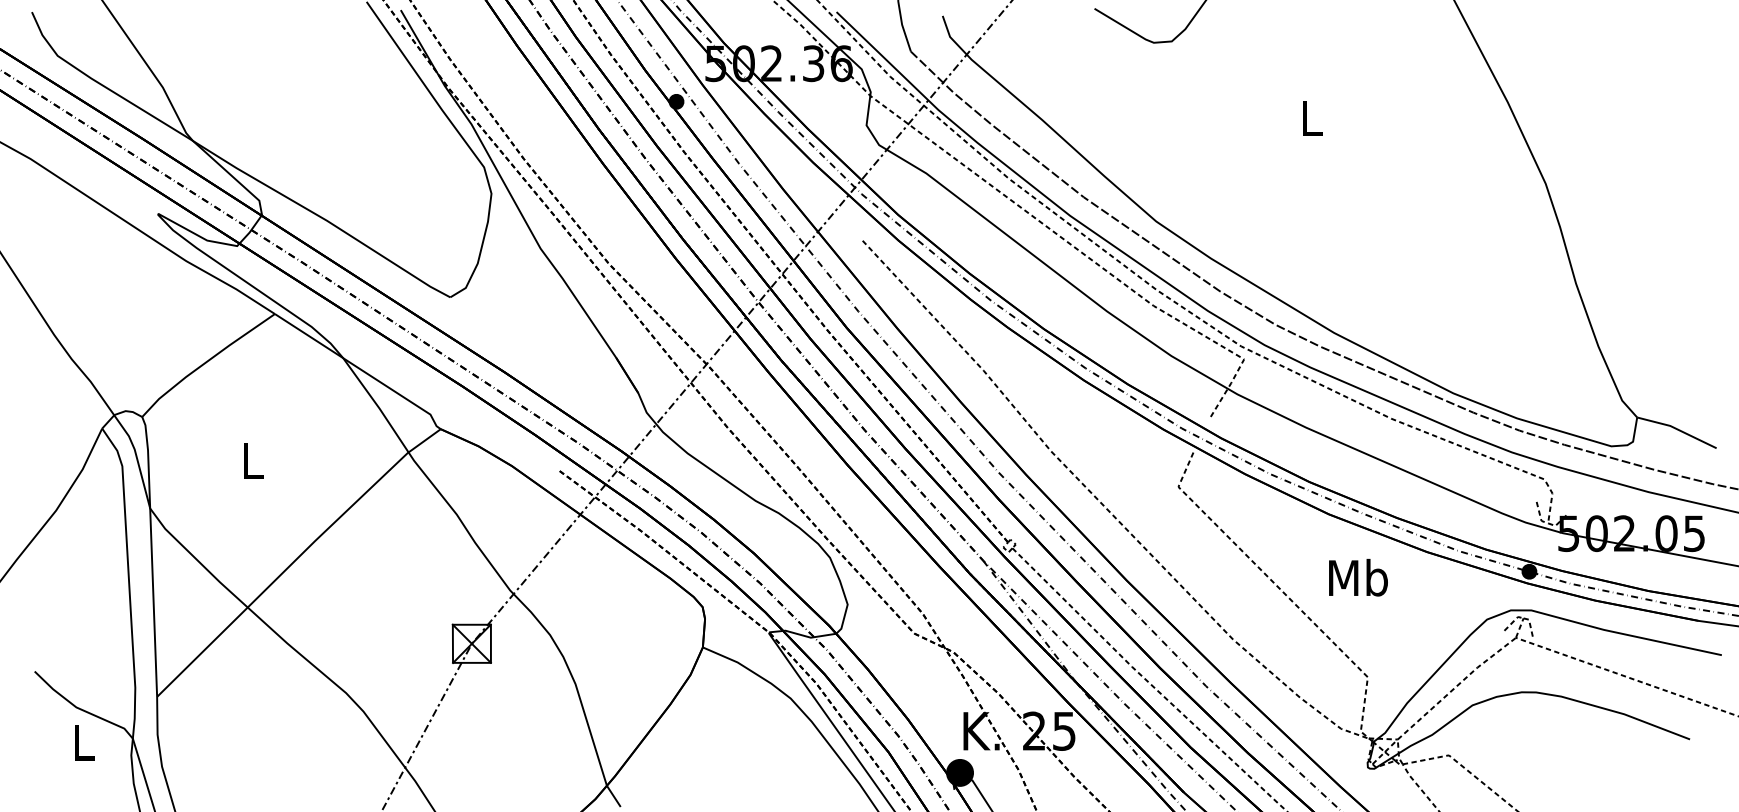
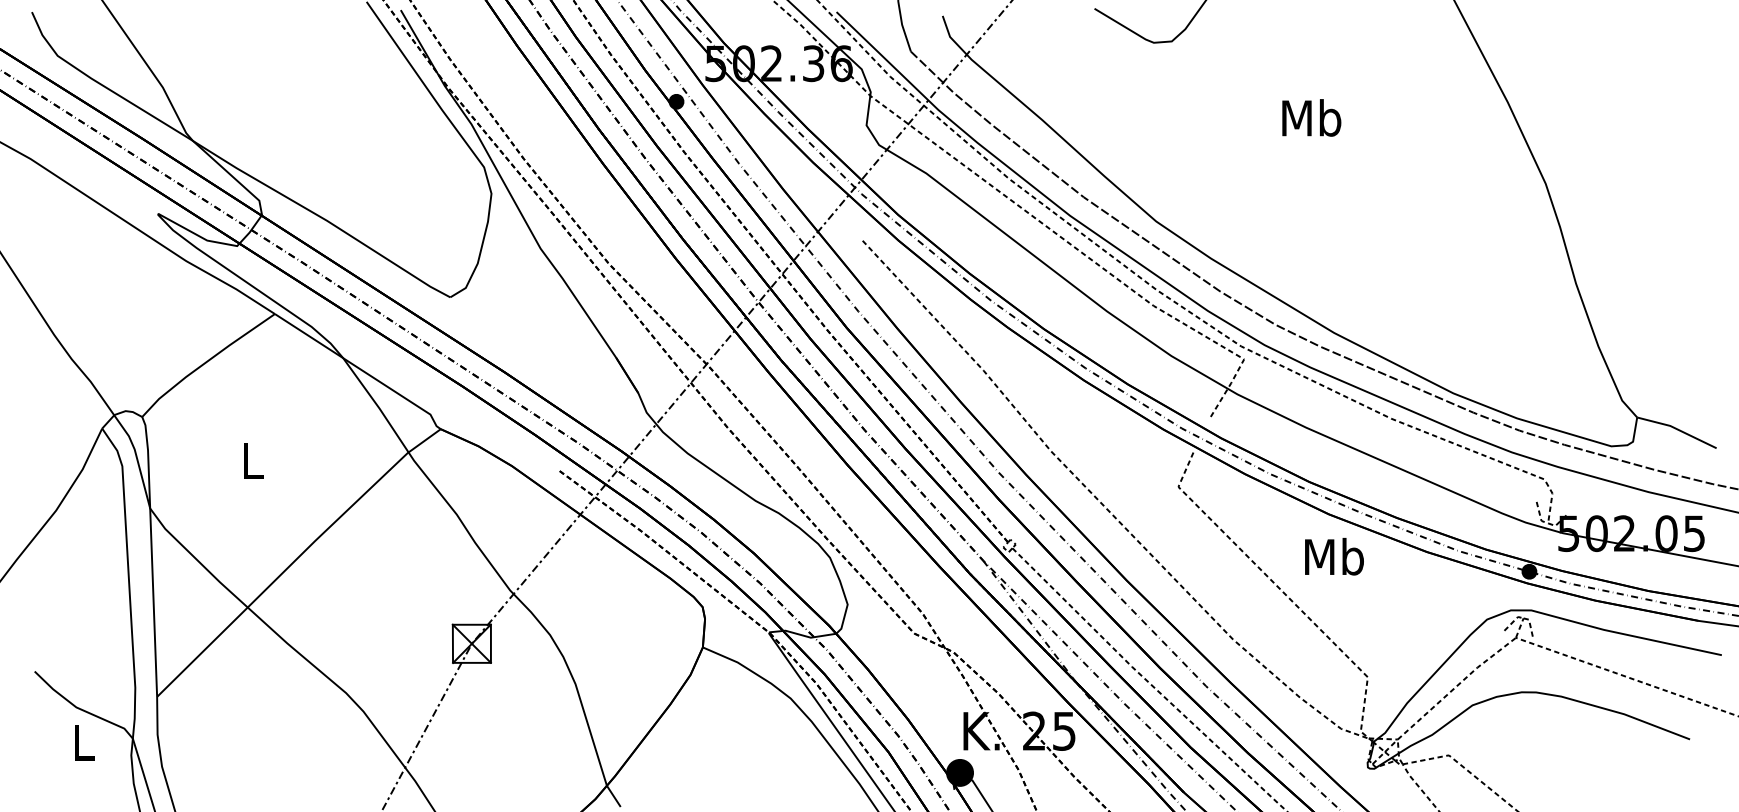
text at (1311, 117): L -> Mb
text at (1358, 577) position: (1358, 577) -> (1334, 556)
